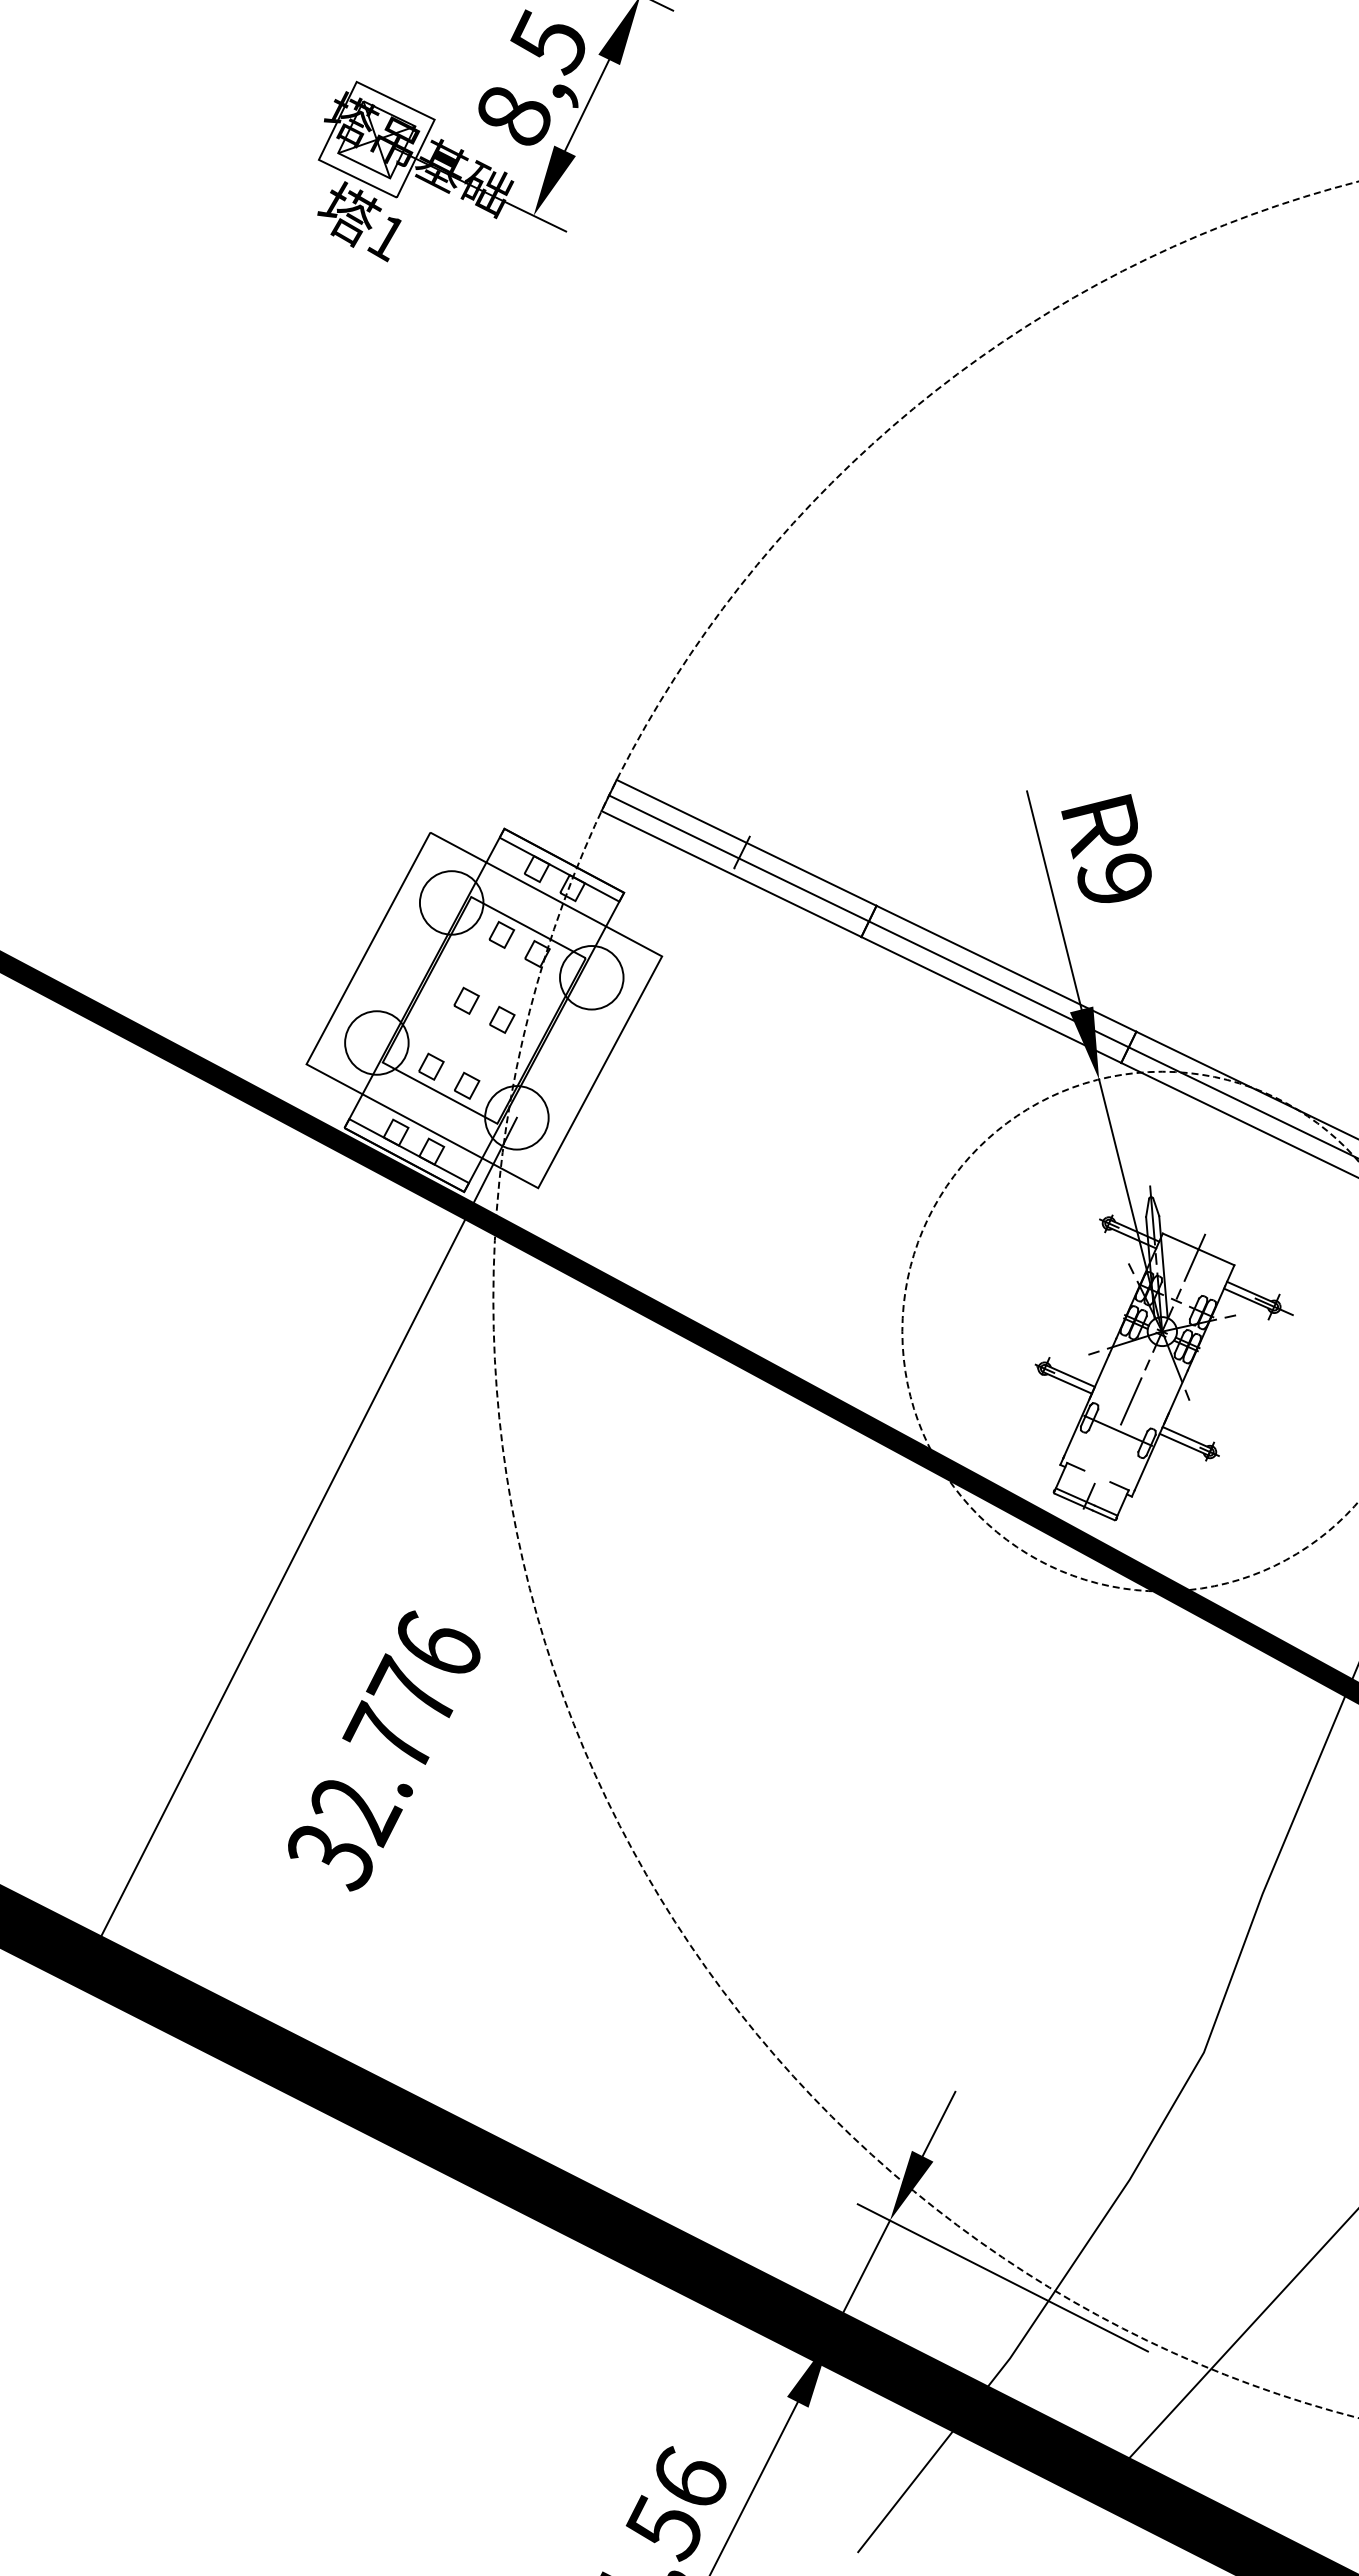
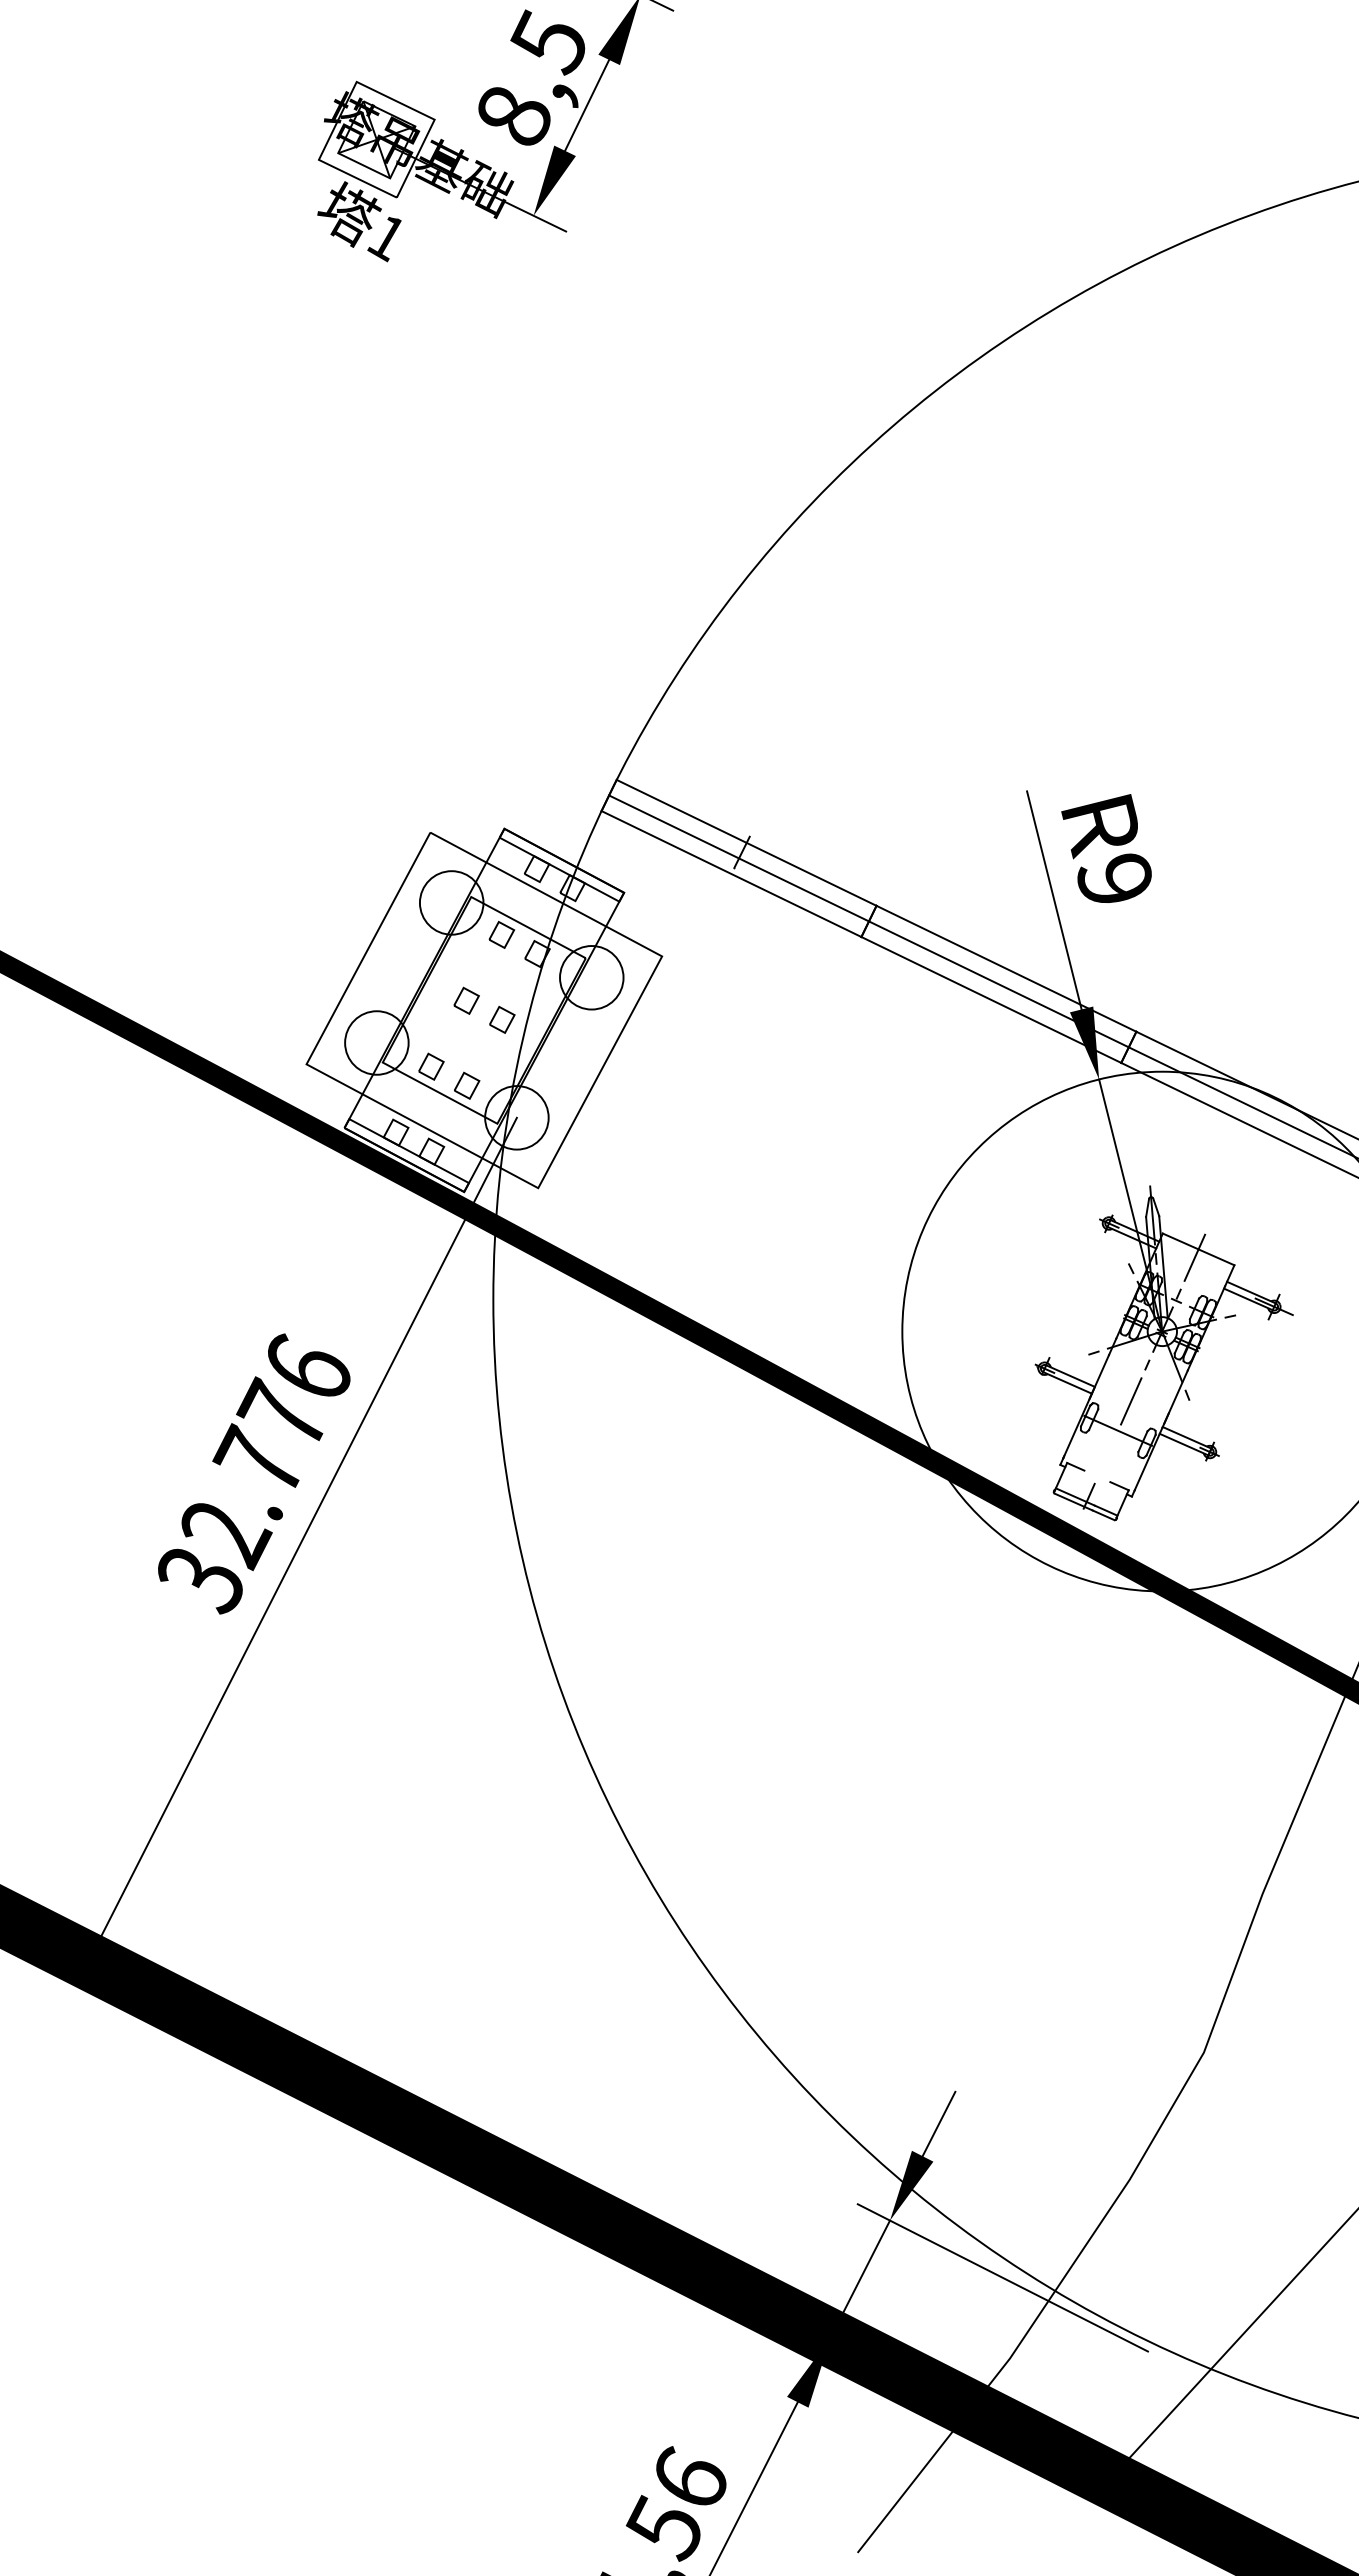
circle at (925, 1299): dashed -> solid
circle at (1130, 1331): dashed -> solid
text at (384, 1750) position: (384, 1750) -> (254, 1473)
